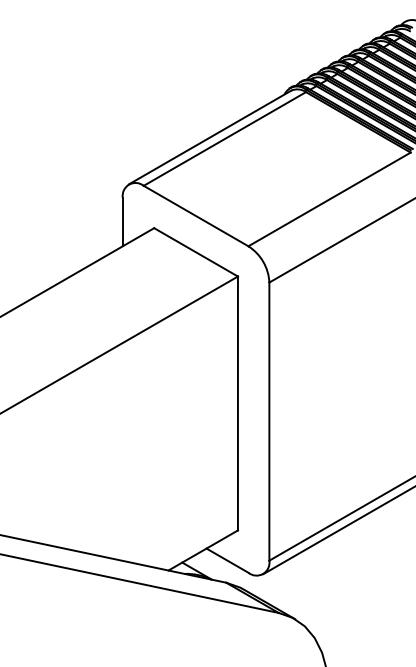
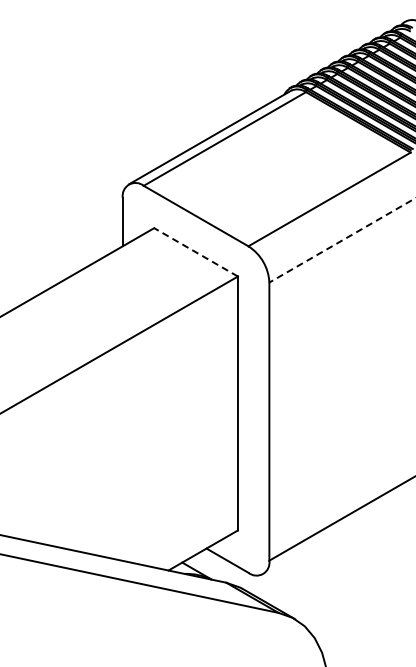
line at (341, 240): solid -> dashed
line at (195, 252): solid -> dashed
line at (337, 530): present -> none
